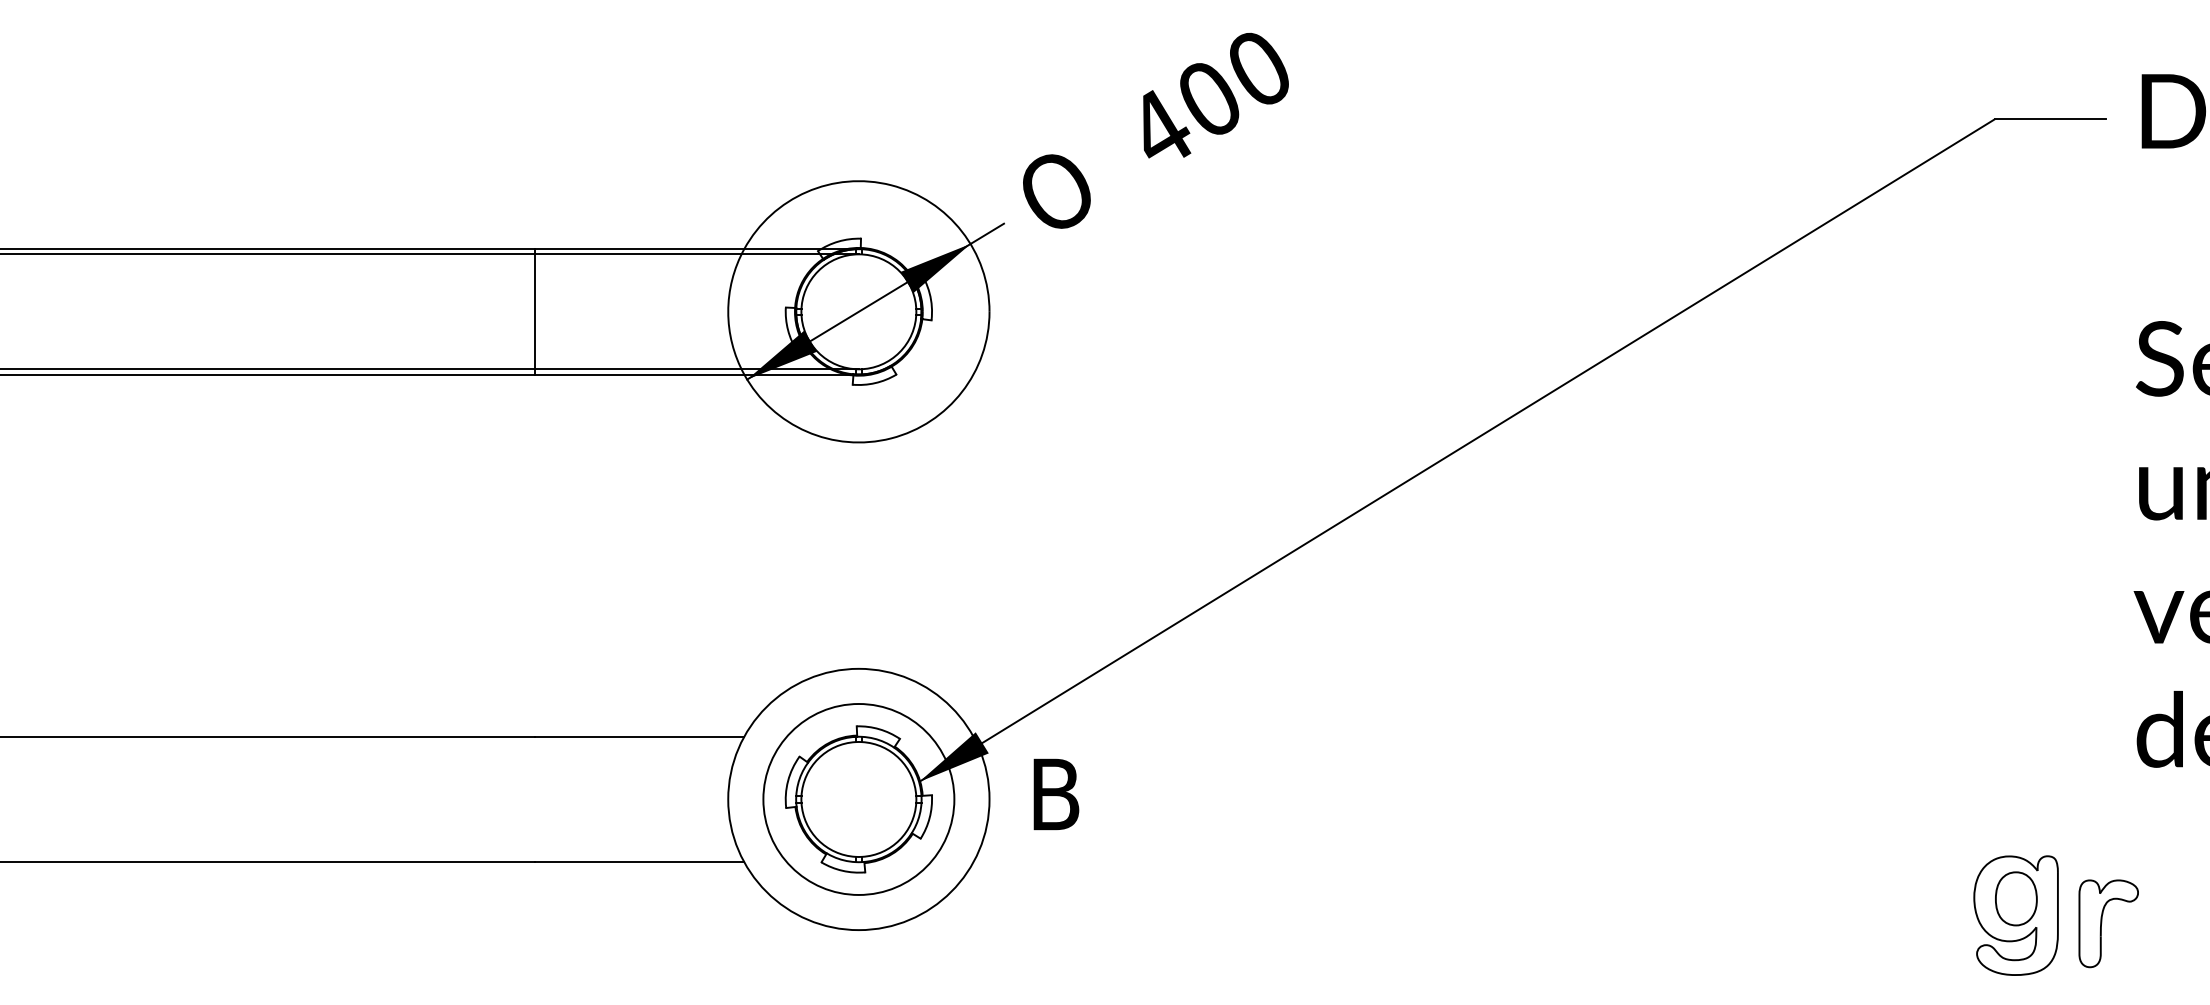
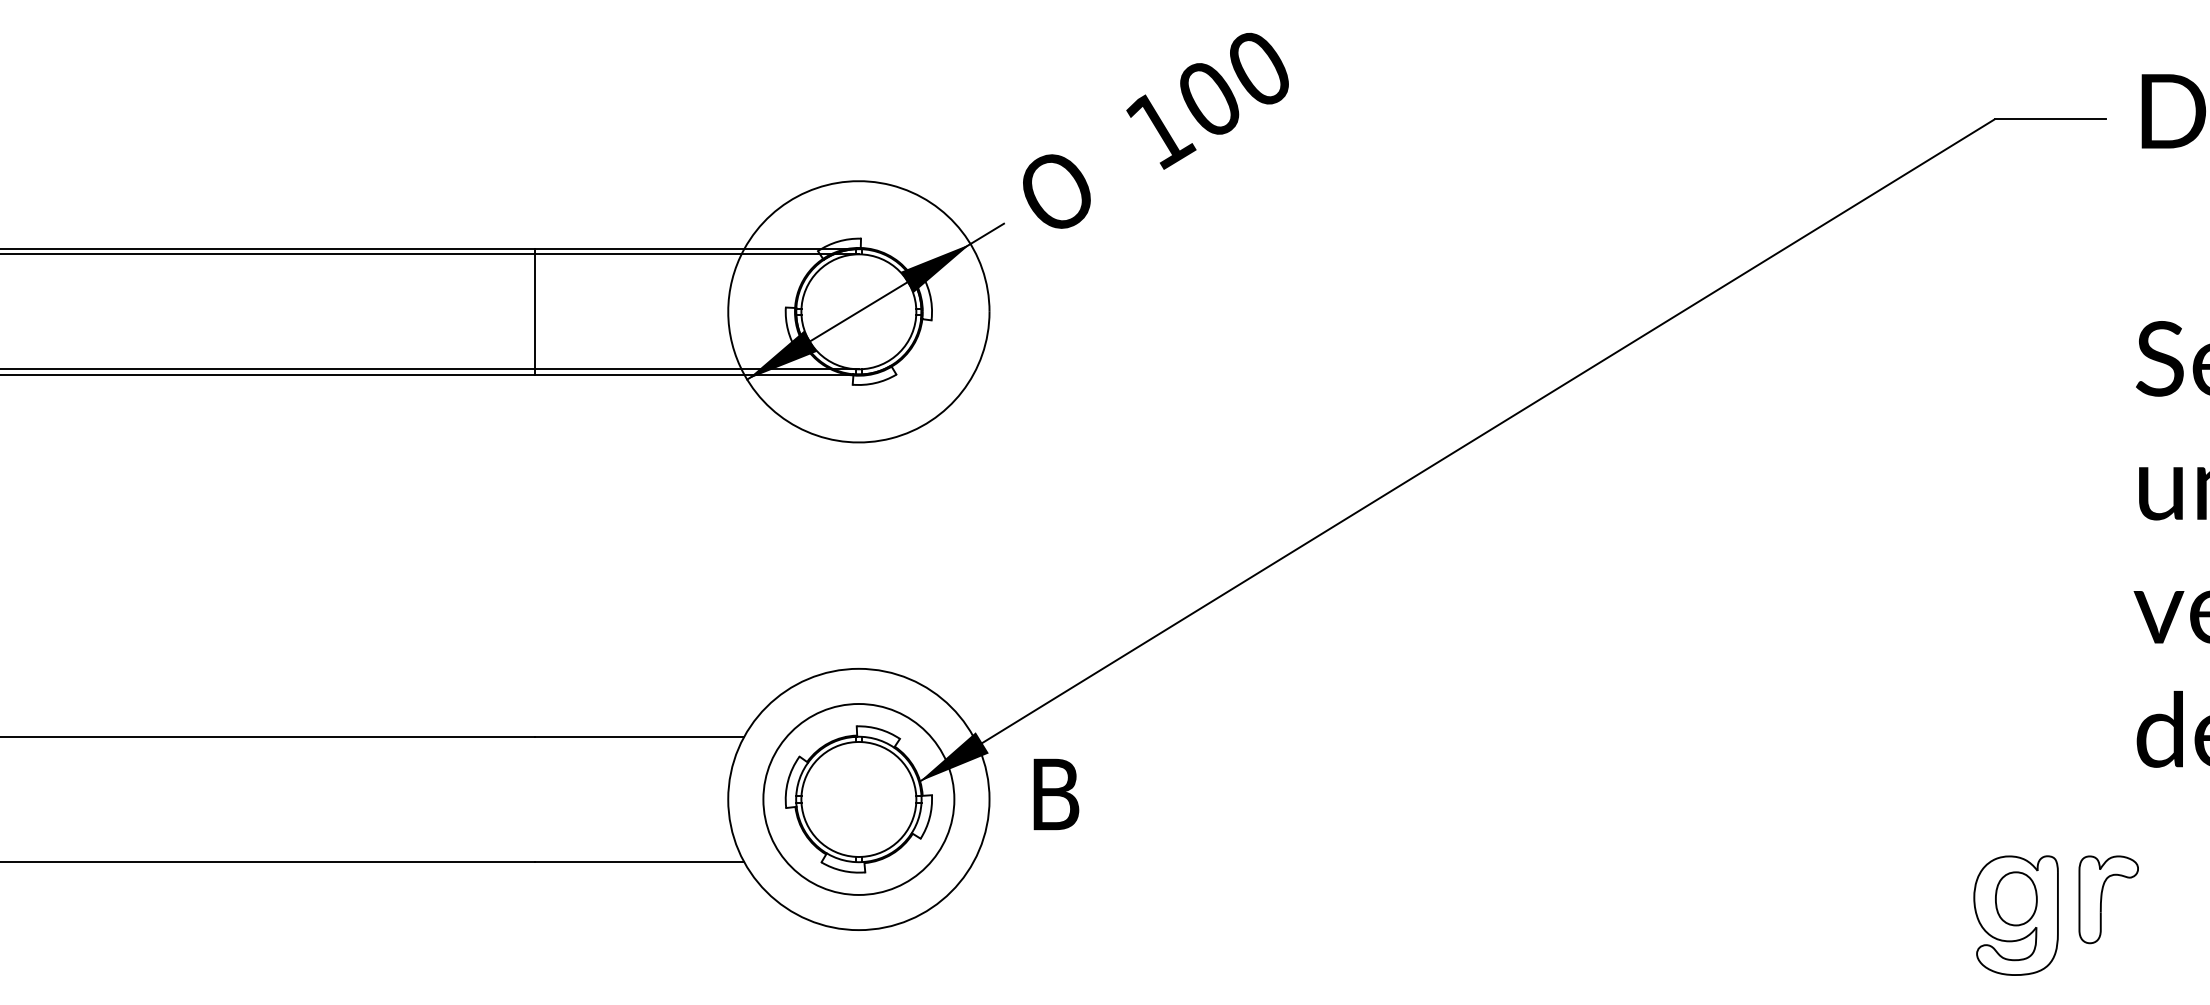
text at (1161, 129): 400 -> 100
part at (2108, 923) position: (2108, 923) -> (2108, 899)
